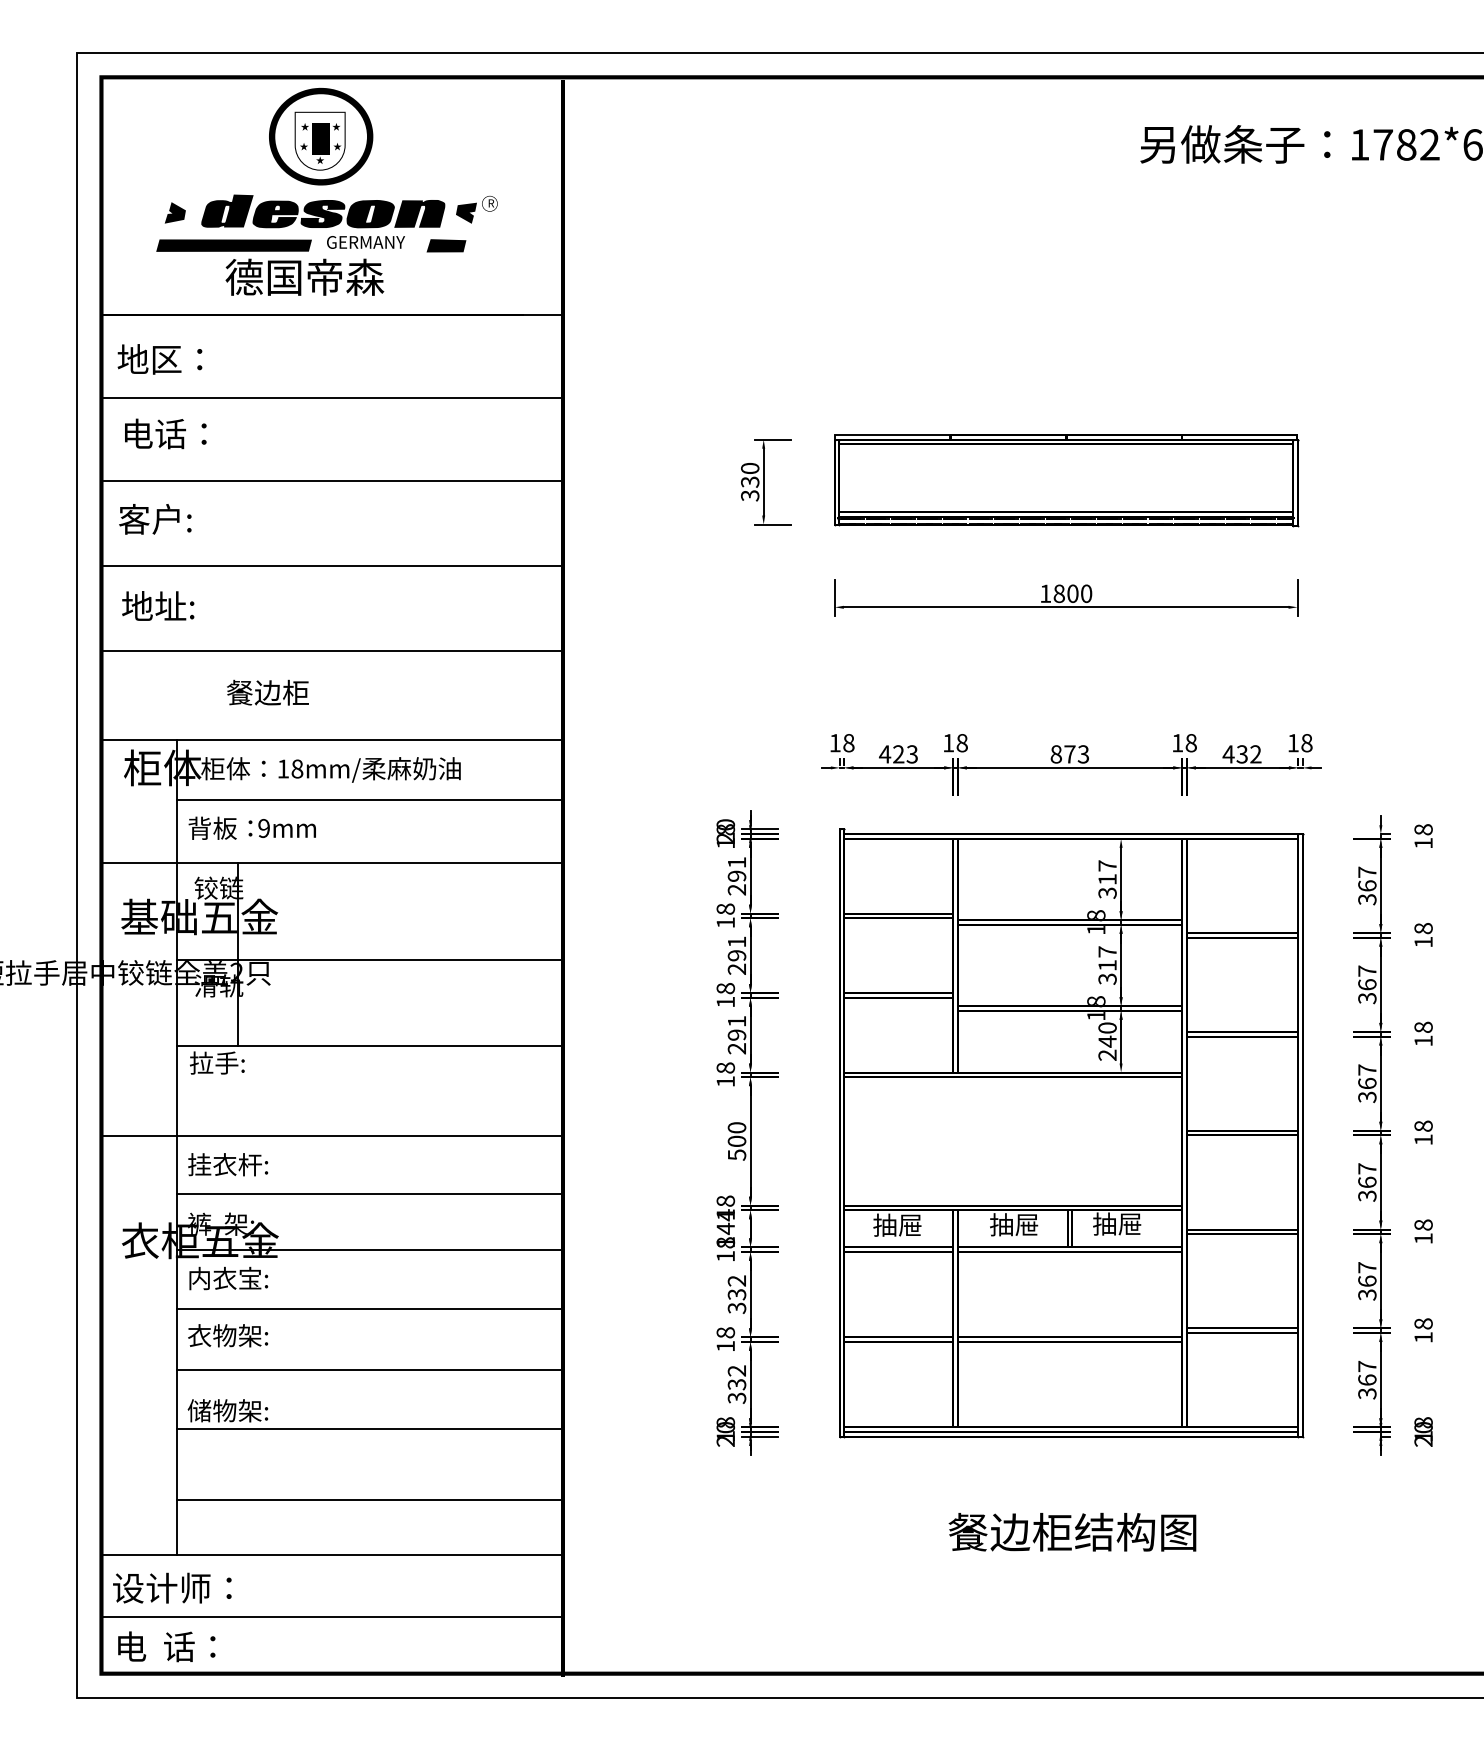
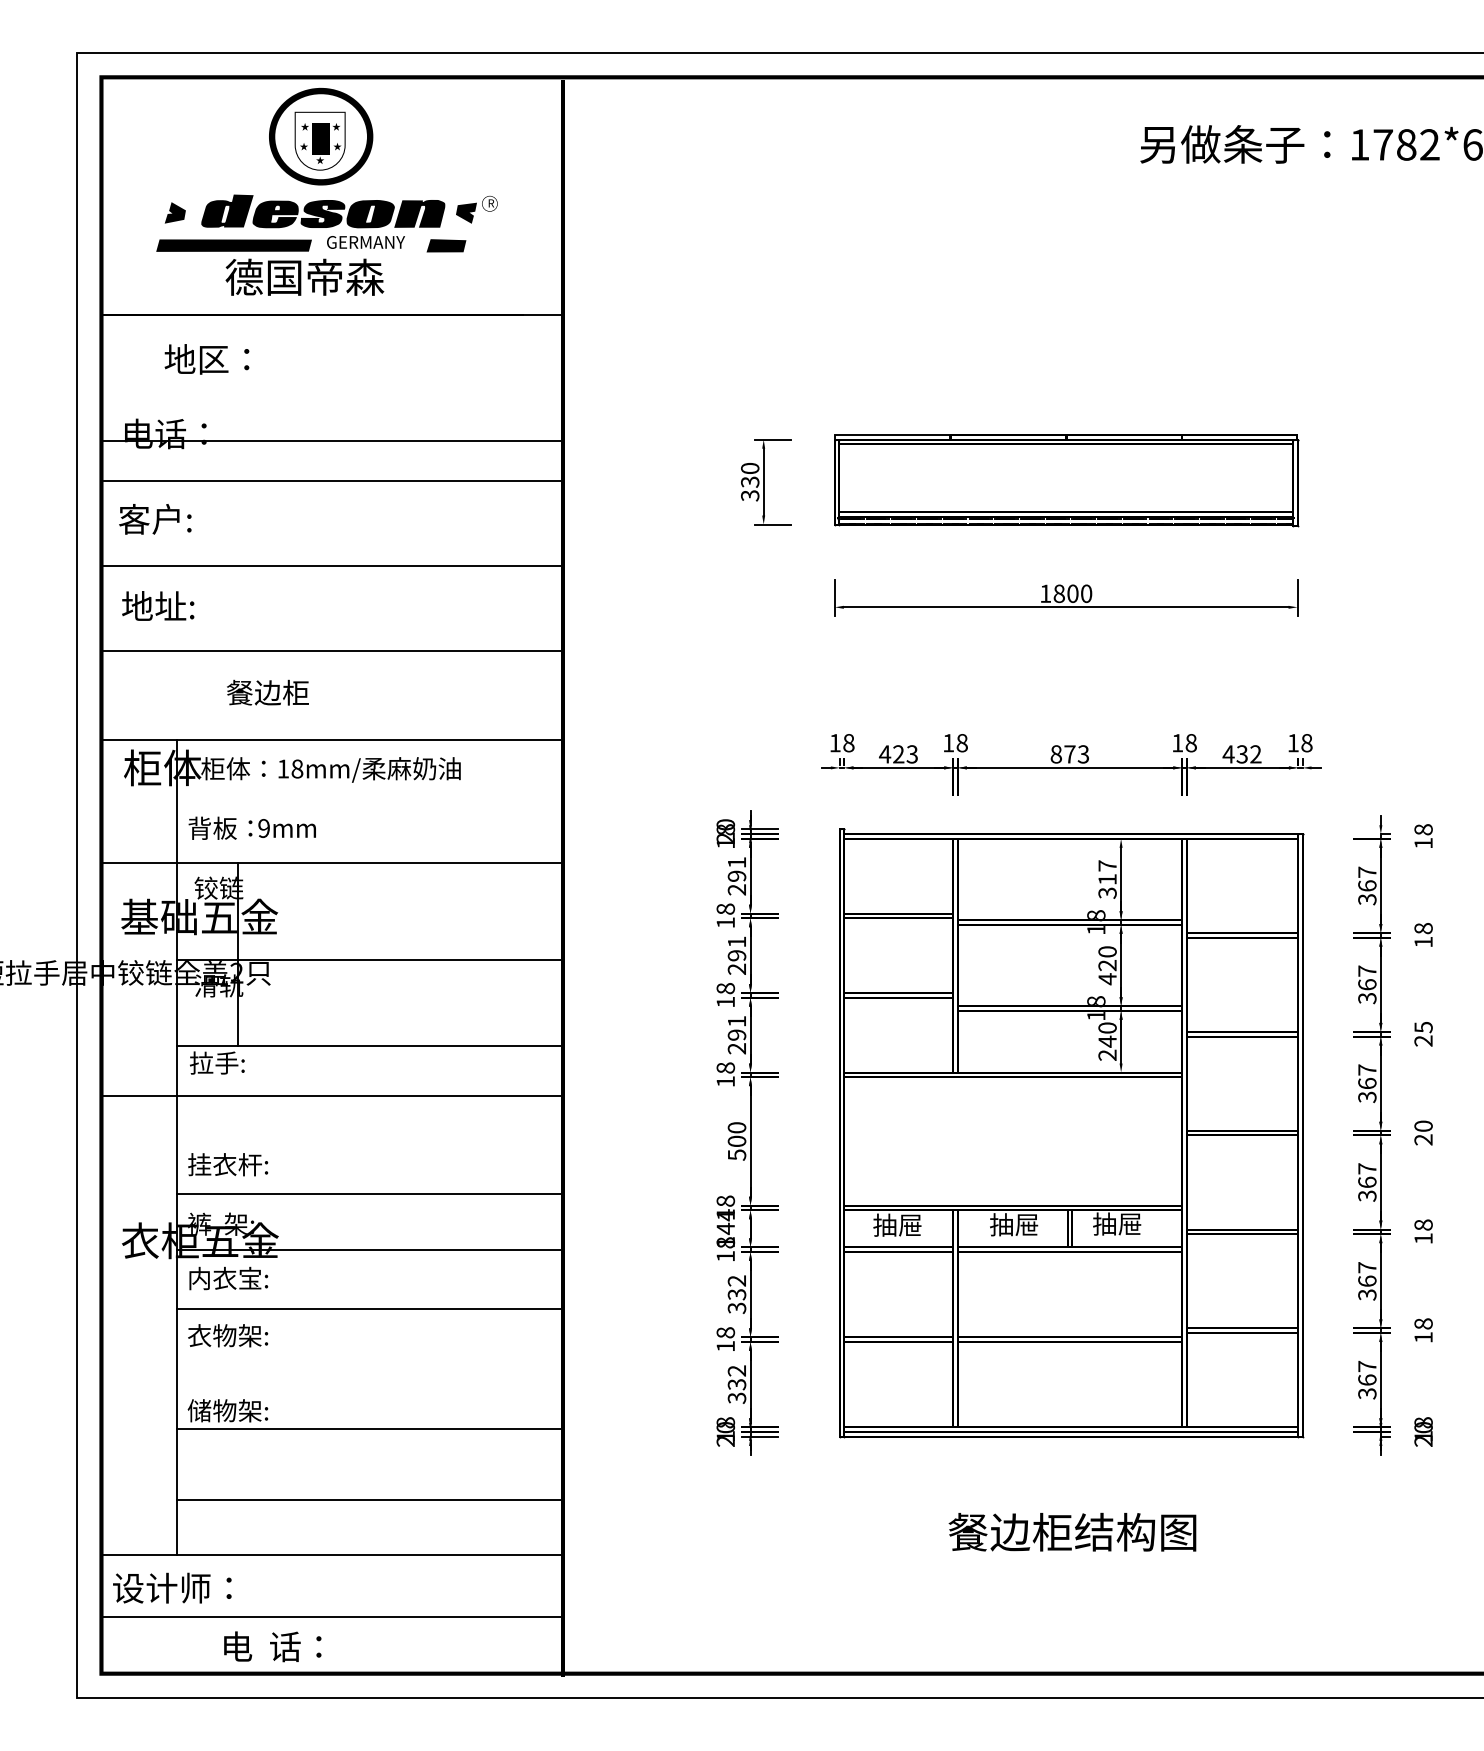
text at (159, 359) position: (159, 359) -> (206, 359)
line at (331, 398) position: (331, 398) -> (331, 441)
line at (369, 799): present -> none
text at (1107, 965): 317 -> 420
text at (1423, 1033): 18 -> 25
text at (1423, 1132): 18 -> 20
line at (331, 1135) position: (331, 1135) -> (331, 1095)
line at (369, 1369): present -> none
text at (166, 1646) position: (166, 1646) -> (272, 1646)
